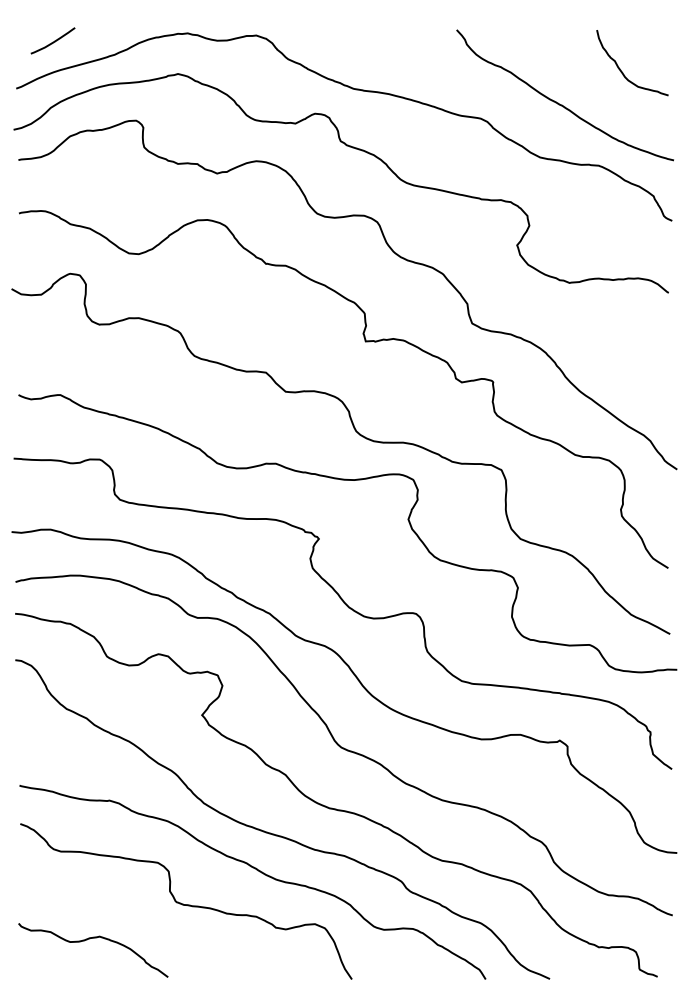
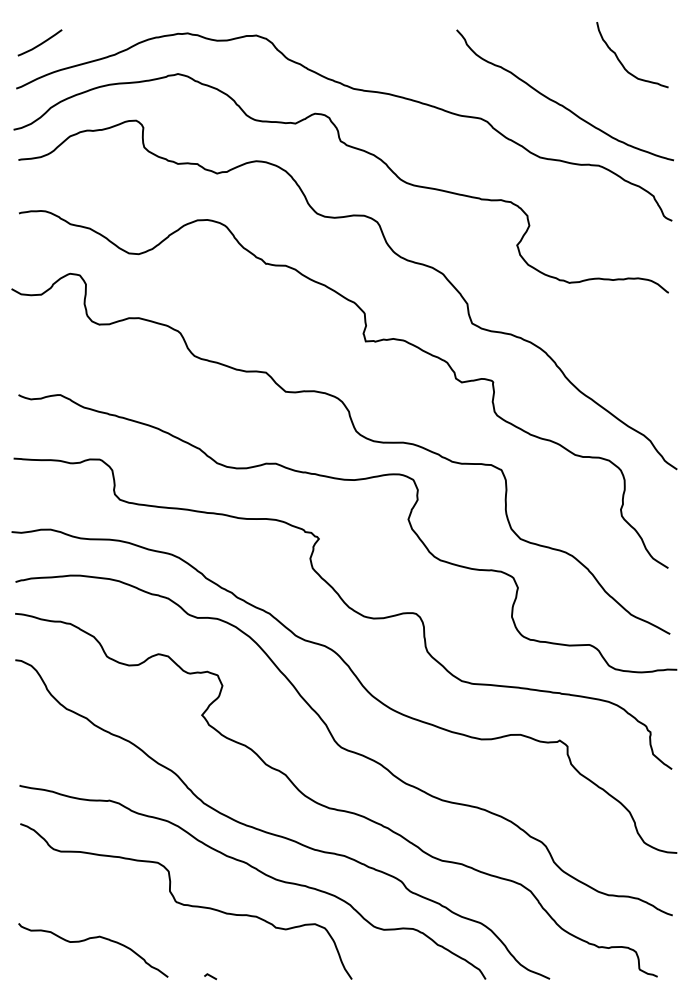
curve at (53, 41) position: (53, 41) -> (40, 43)
curve at (623, 72) position: (623, 72) -> (623, 64)
line at (210, 976): none -> present
